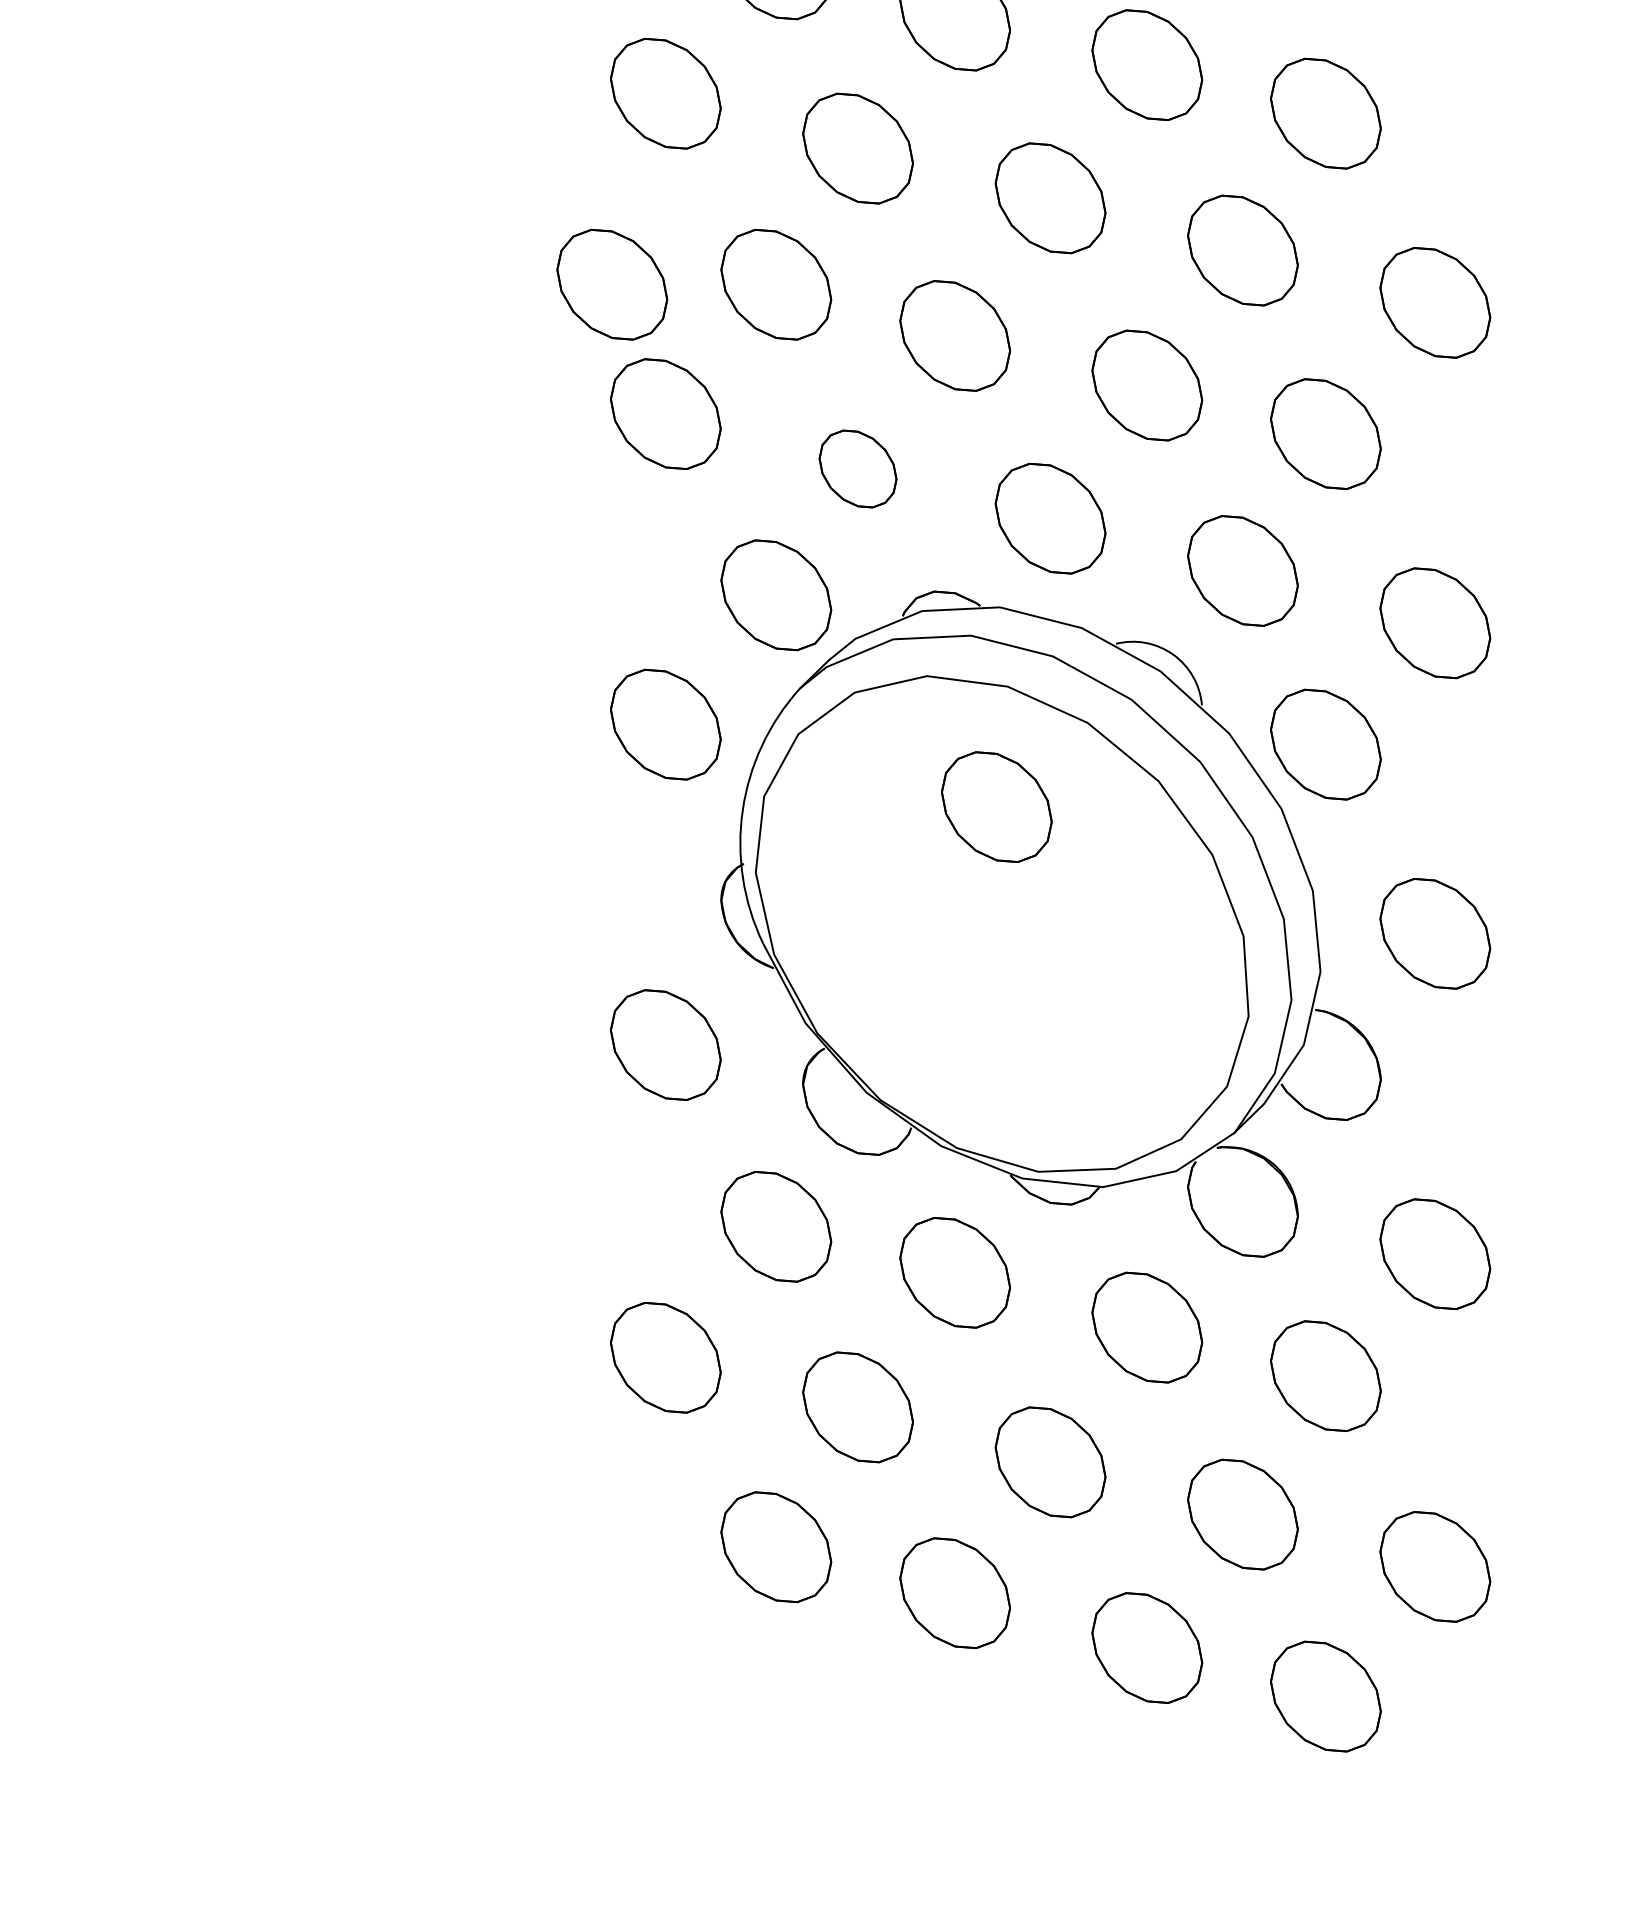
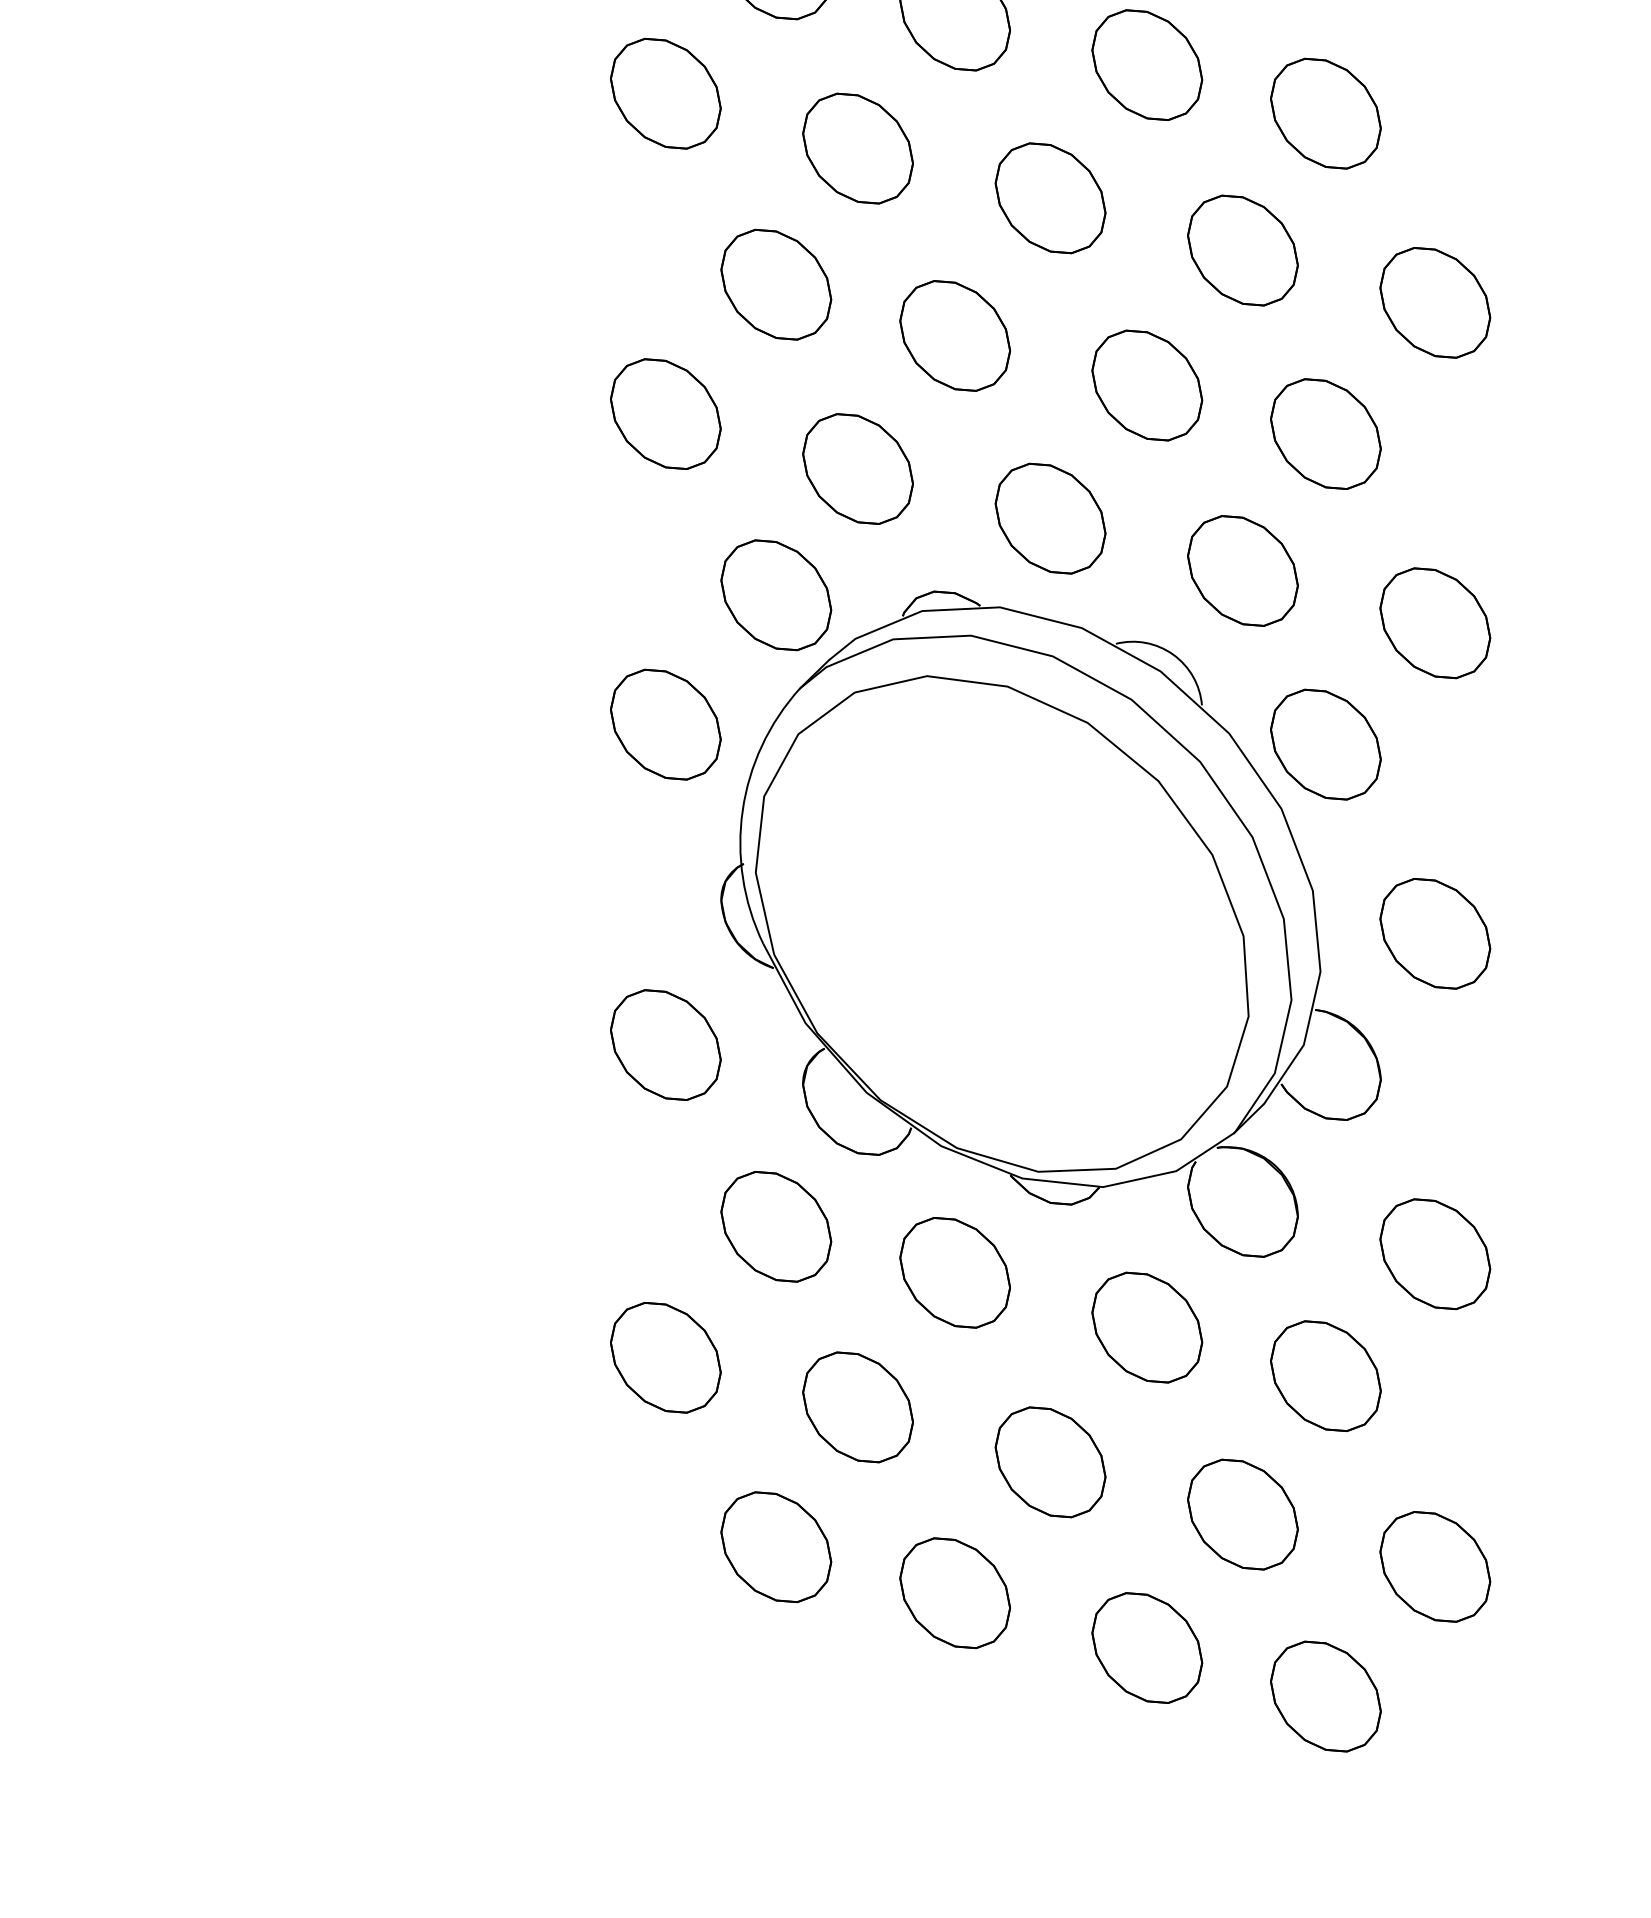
part at (612, 284): present -> none
part at (857, 468) size: 80x80 px -> 112x112 px
part at (996, 806): present -> none
